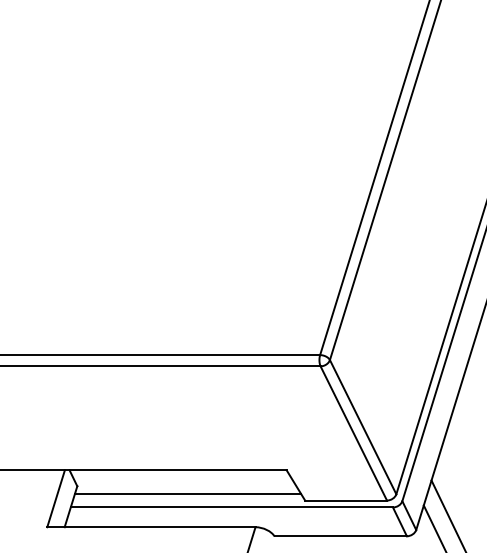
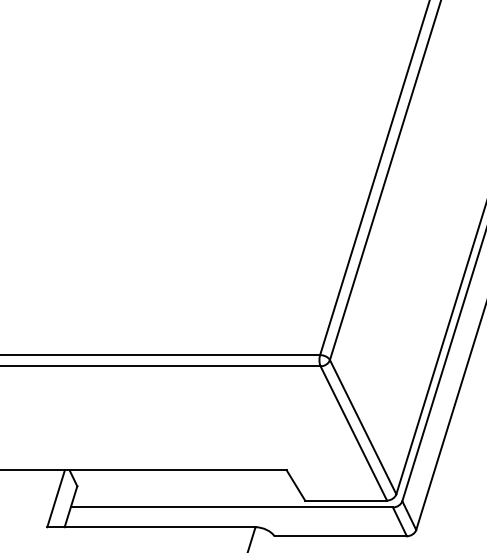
line at (187, 493): present -> none
line at (447, 514): present -> none
line at (434, 527): present -> none
